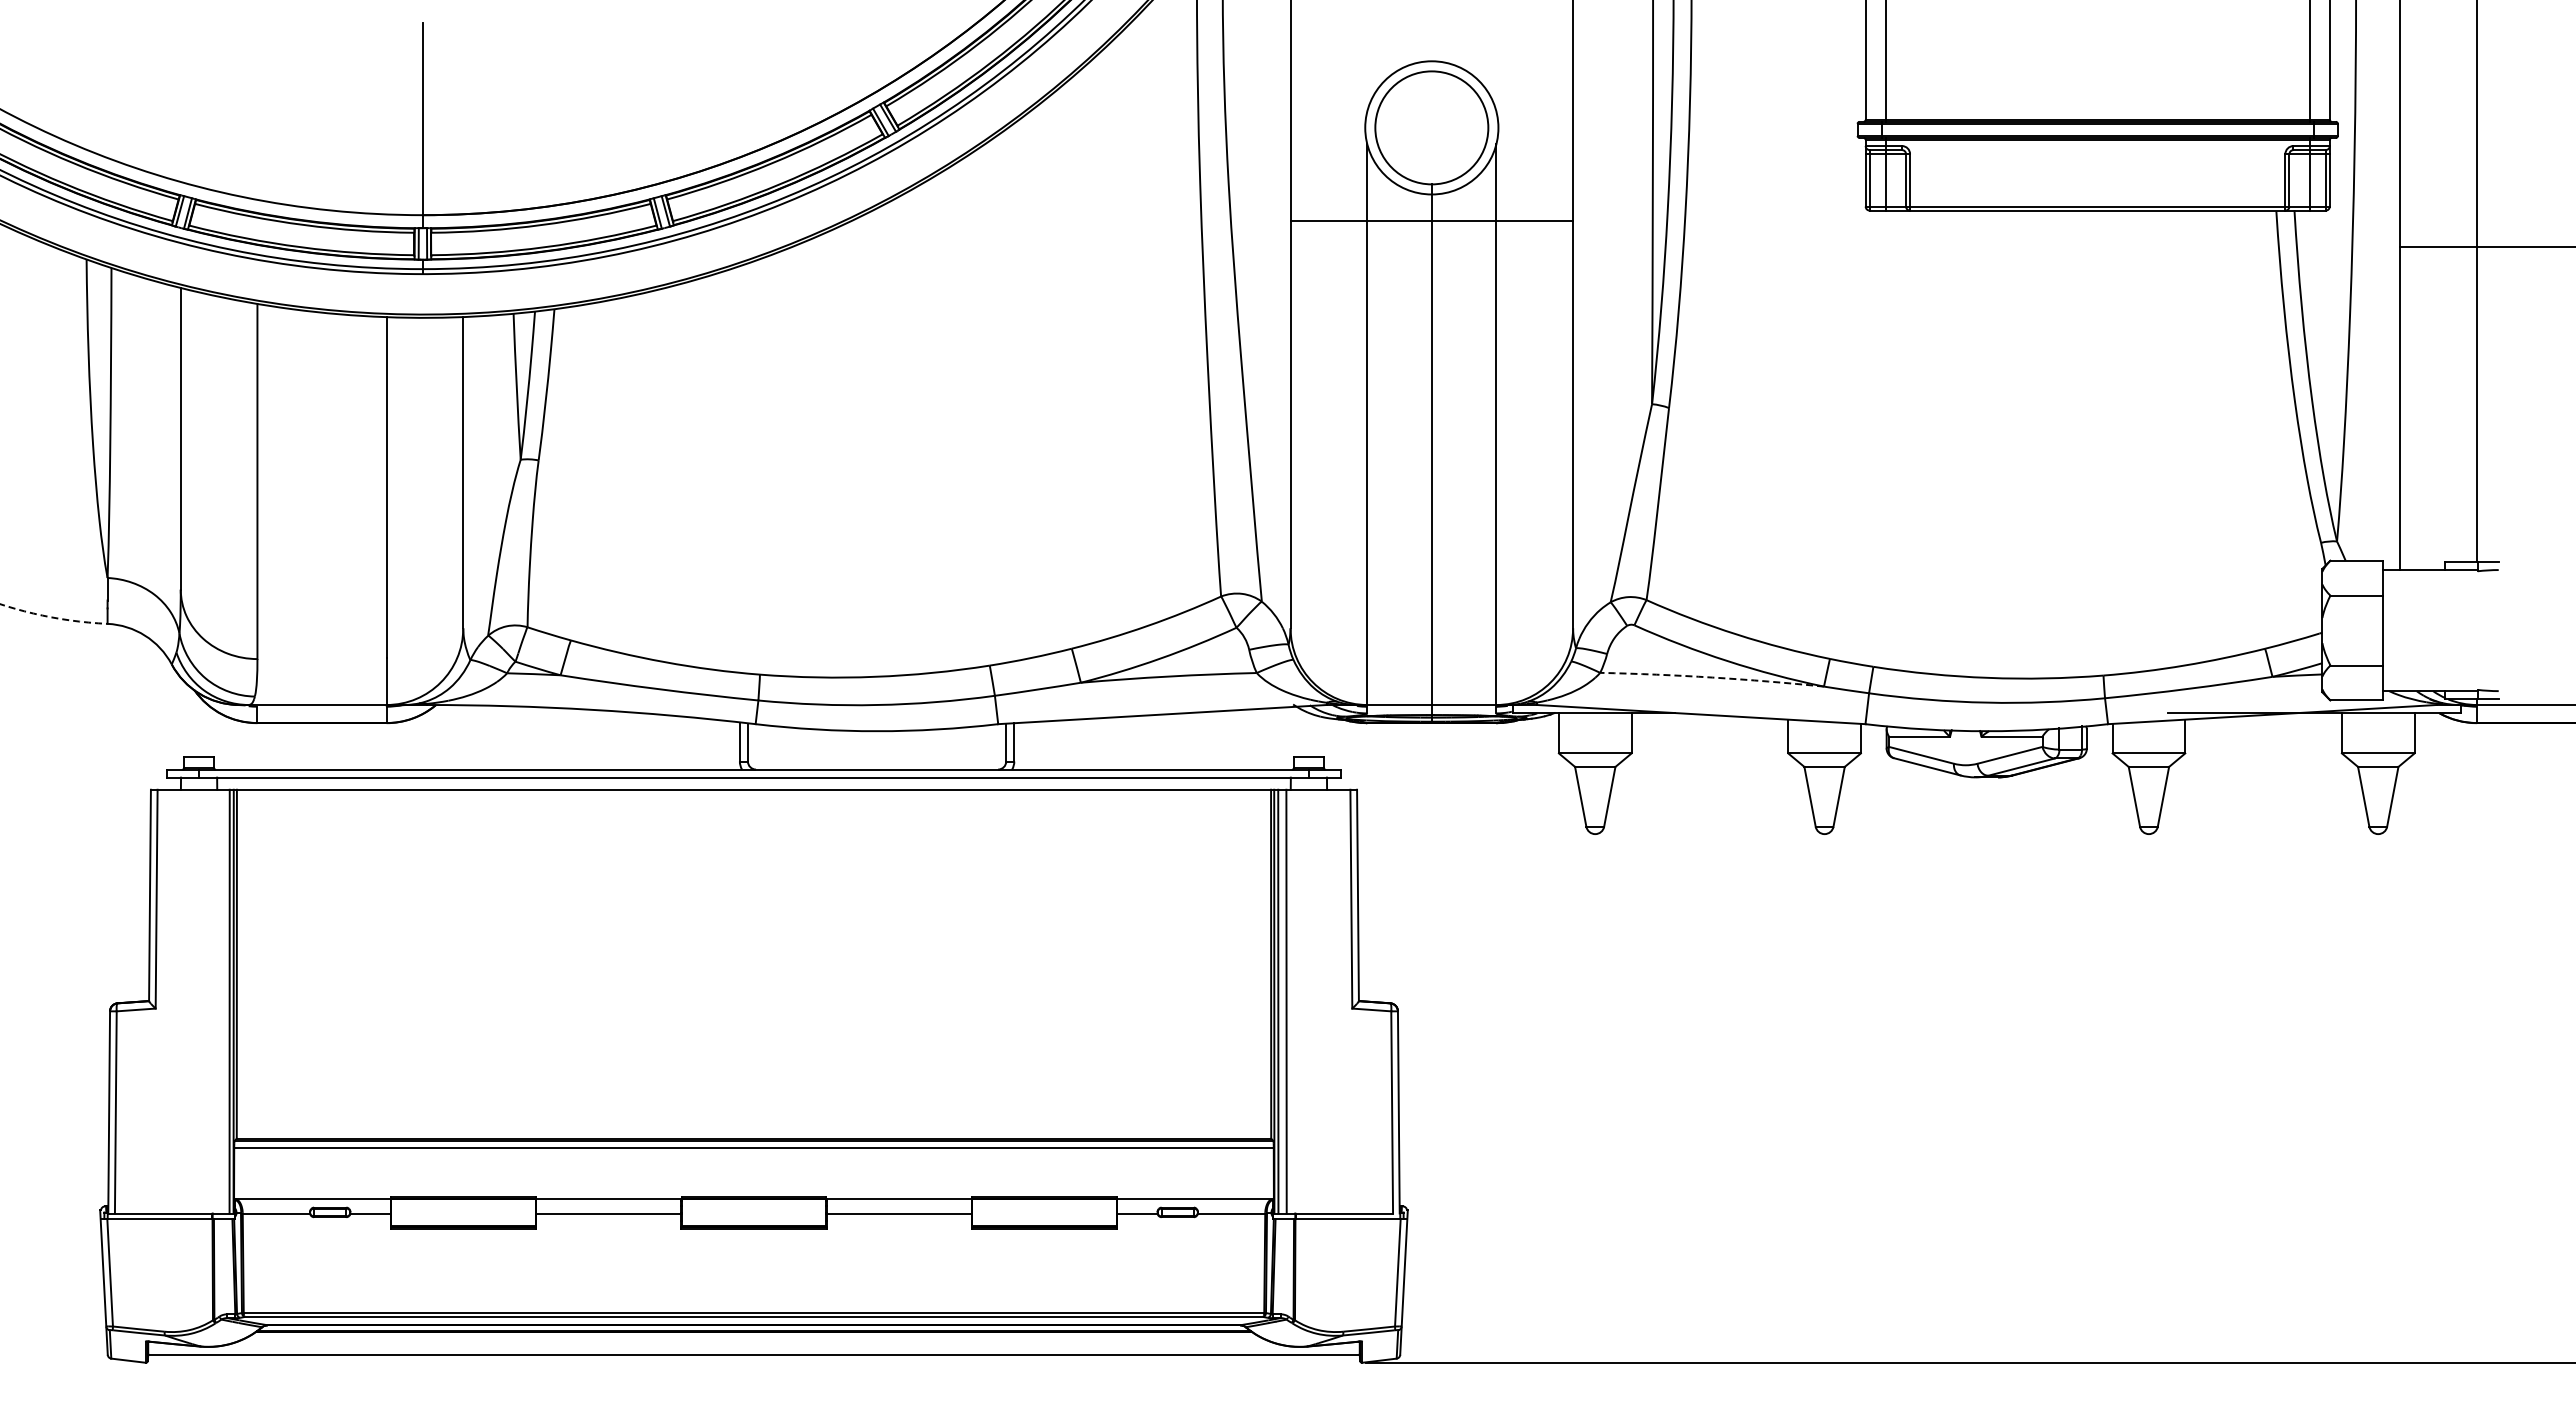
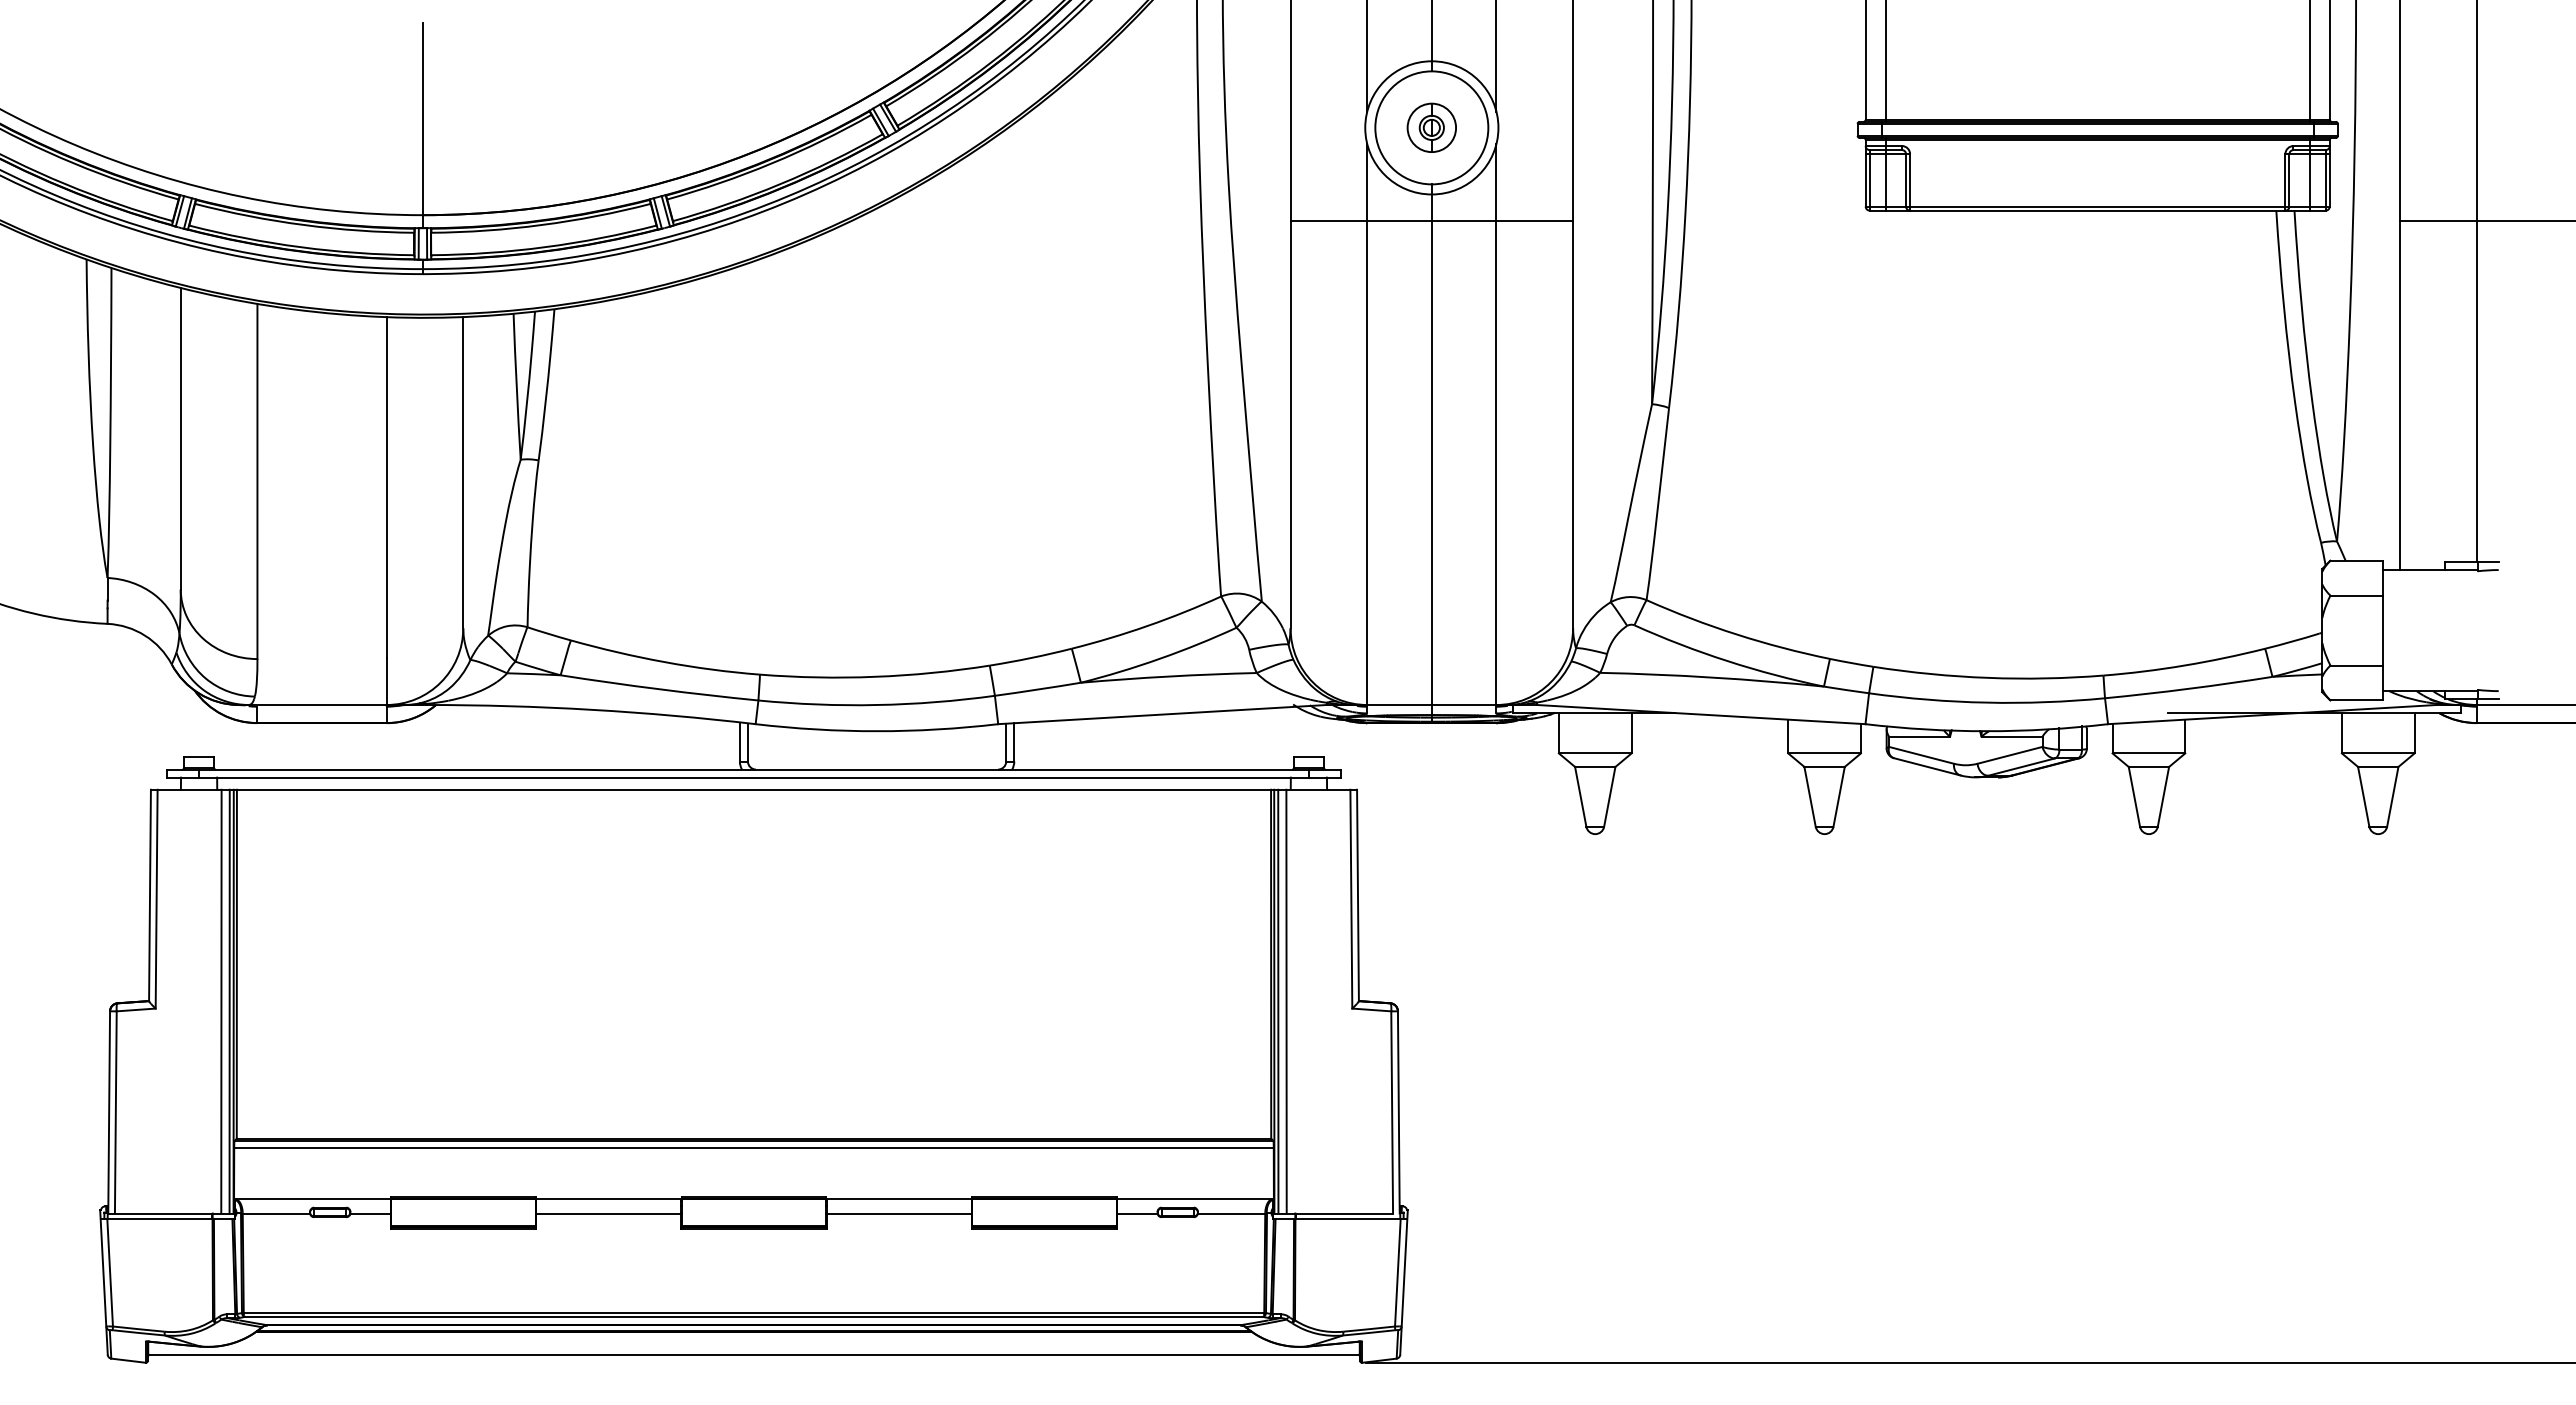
line at (1431, 36): none -> present
line at (1367, 56): none -> present
line at (1496, 56): none -> present
part at (1431, 127): none -> present
line at (2486, 246) position: (2486, 246) -> (2486, 220)
arc at (52, 617): dashed -> solid
arc at (1712, 677): dashed -> solid
line at (221, 1001): none -> present
